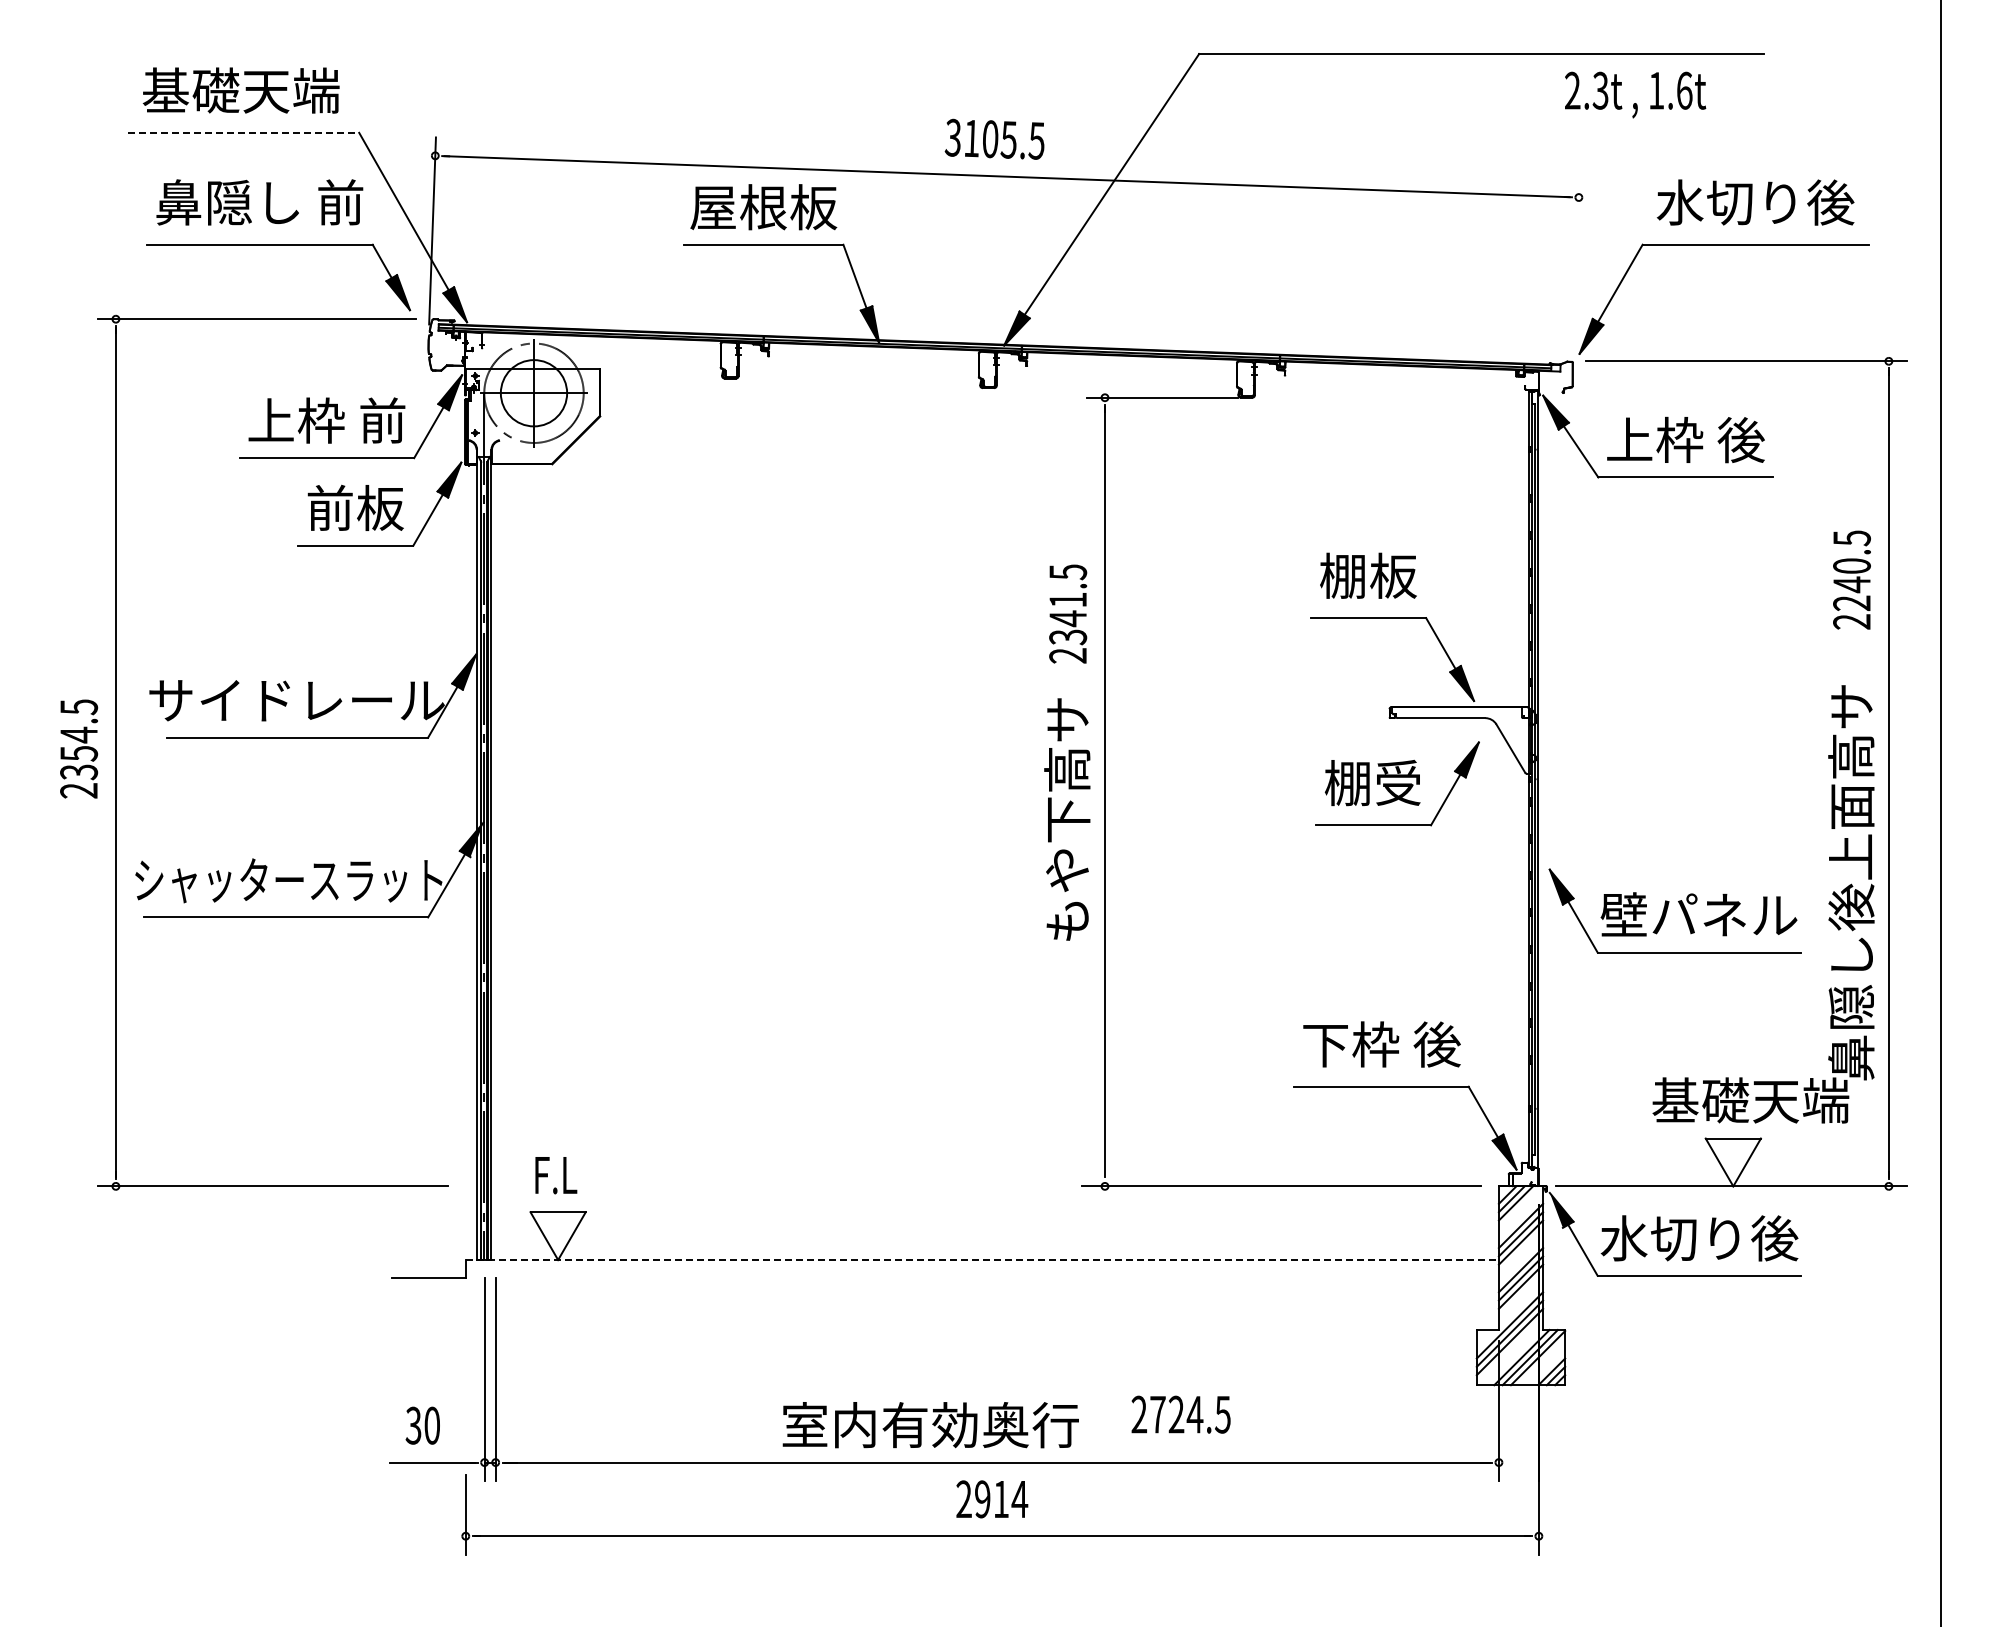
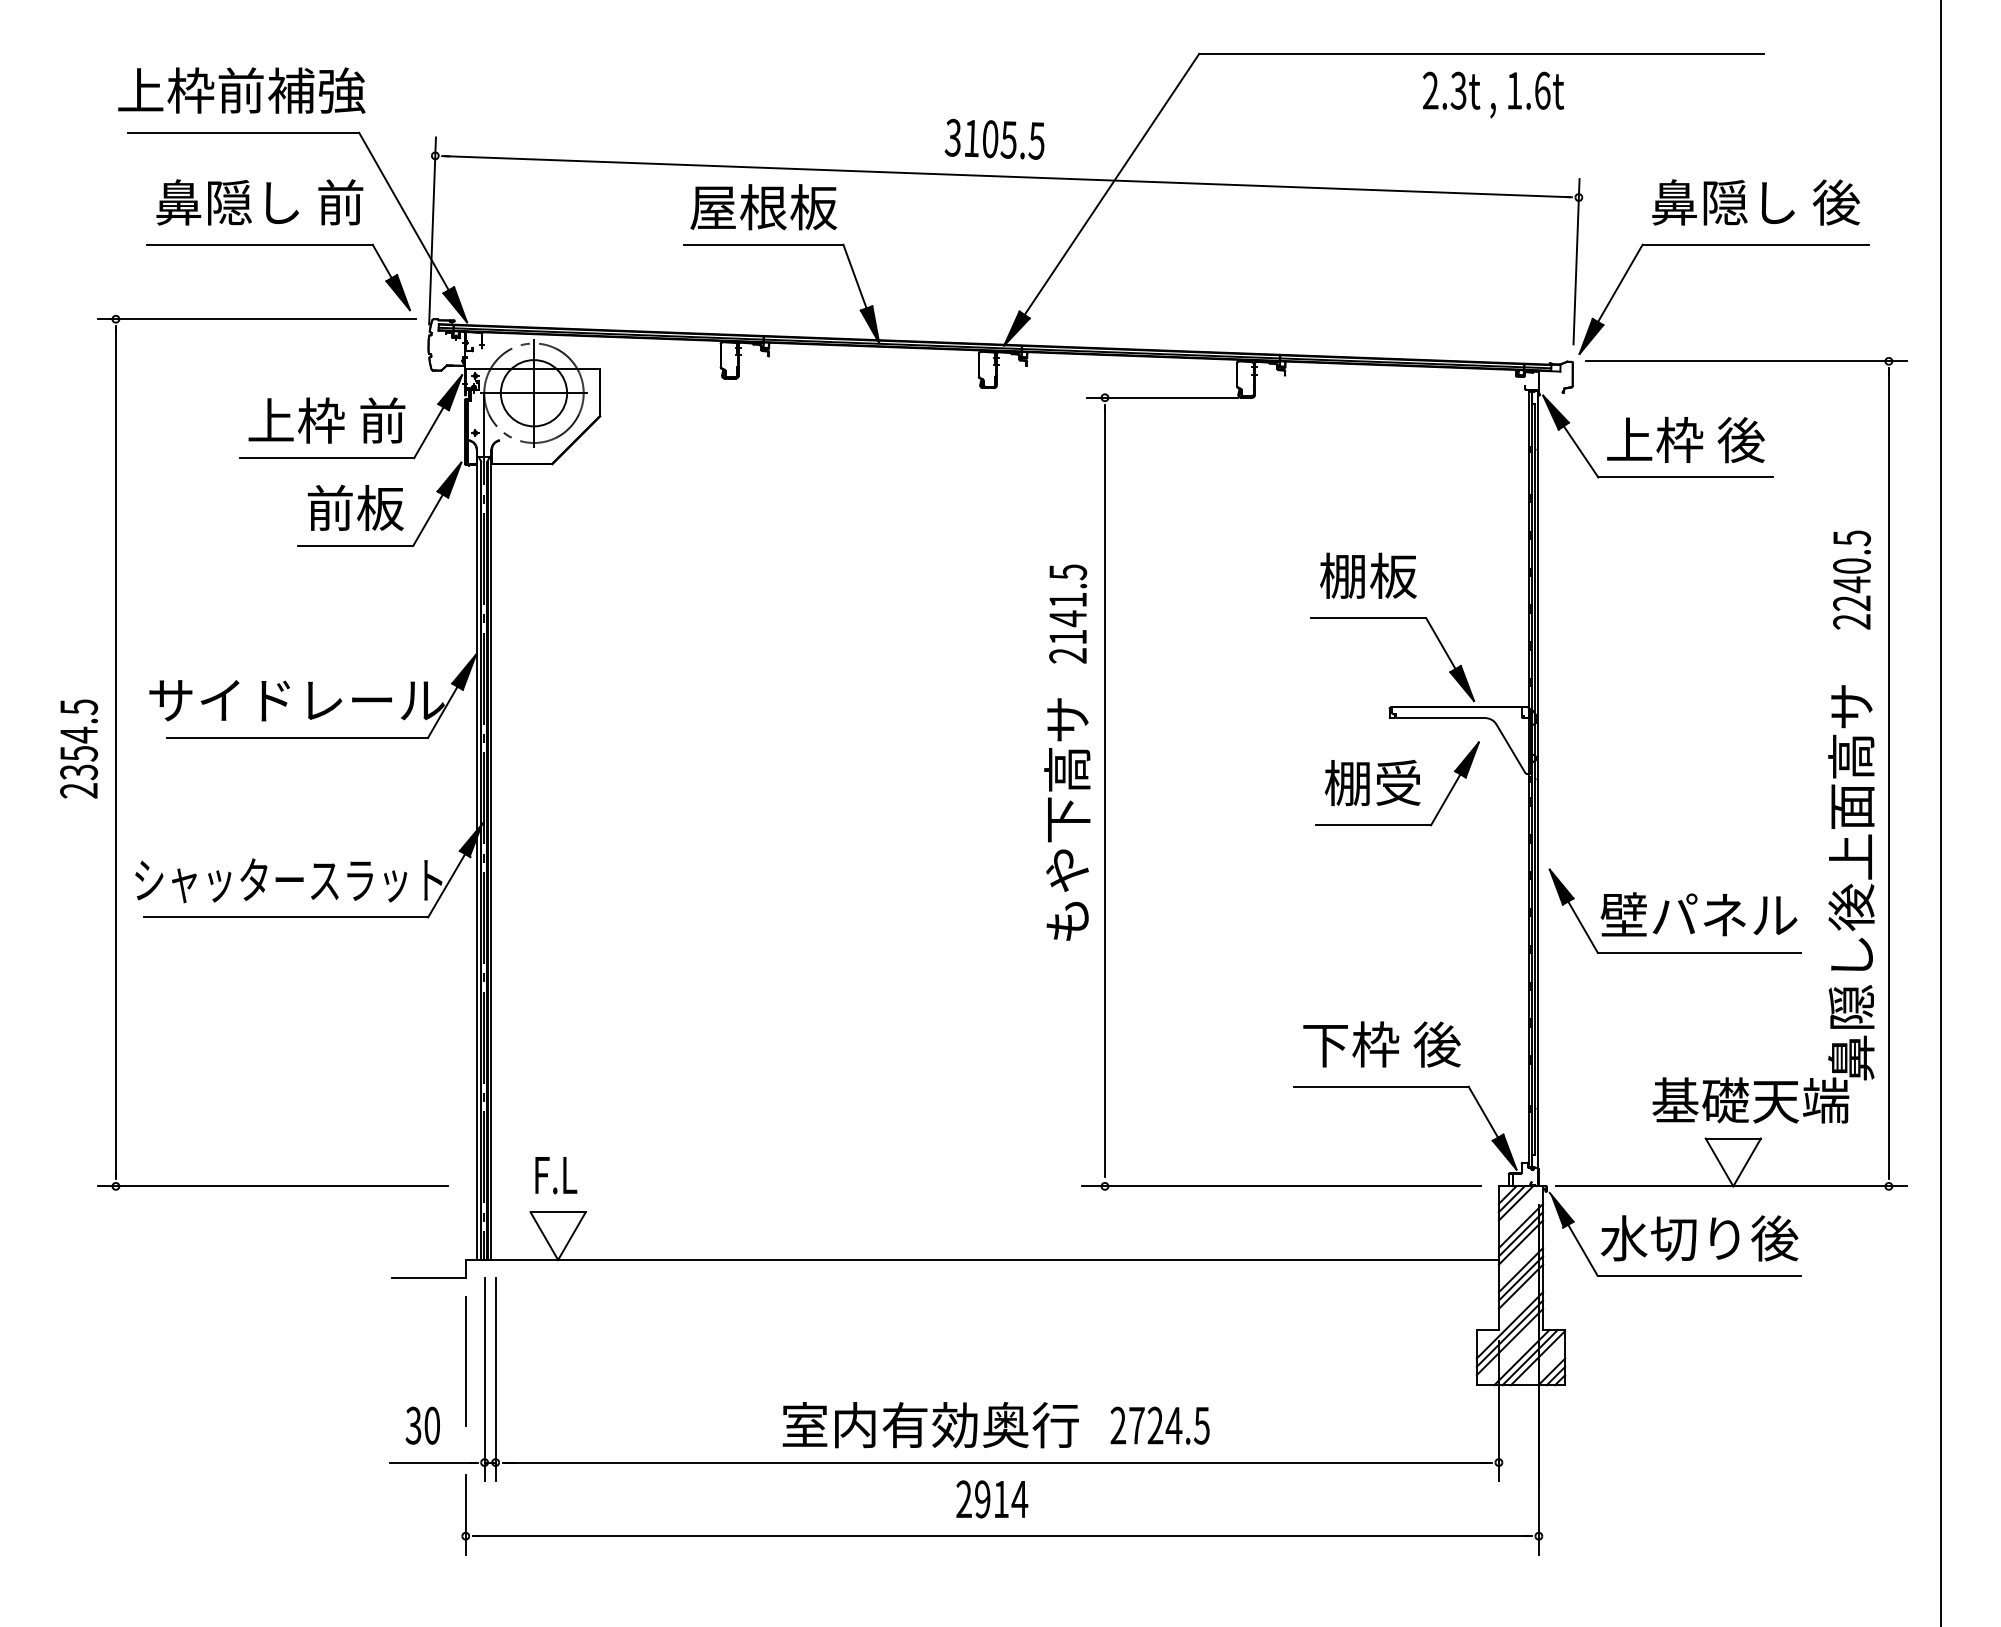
text at (241, 90): 基礎天端 -> 上枠前補強
text at (1635, 94) position: (1635, 94) -> (1493, 94)
line at (244, 132): dashed -> solid
text at (1756, 202): 水切り後 -> 鼻隠し 後
line at (1576, 261): none -> present
text at (1068, 637): 2341.5 -> 2141.5
line at (982, 1260): dashed -> solid
line at (465, 1360): none -> present
text at (1180, 1414) position: (1180, 1414) -> (1159, 1425)
